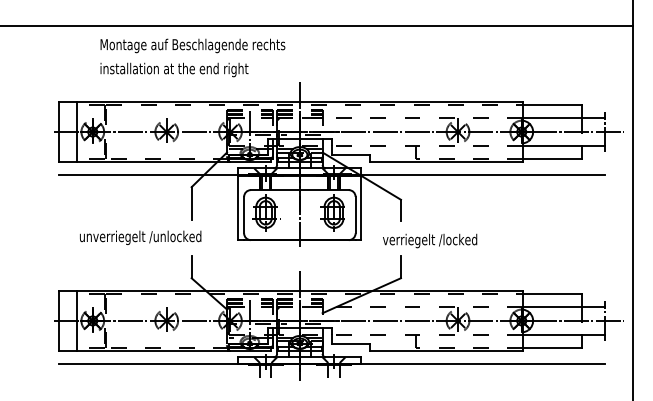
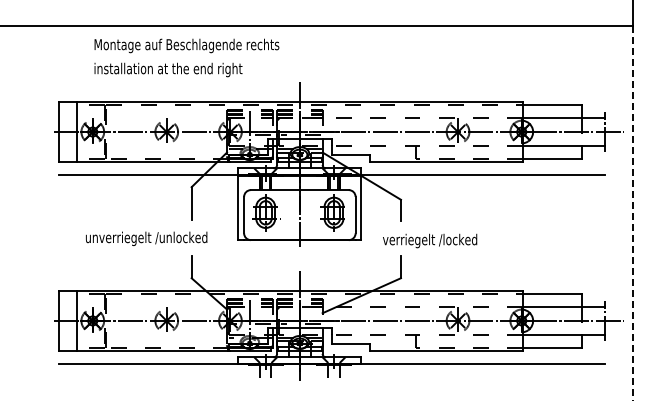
text at (192, 57) position: (192, 57) -> (186, 57)
line at (633, 213): solid -> dashed
text at (140, 237) position: (140, 237) -> (146, 238)
